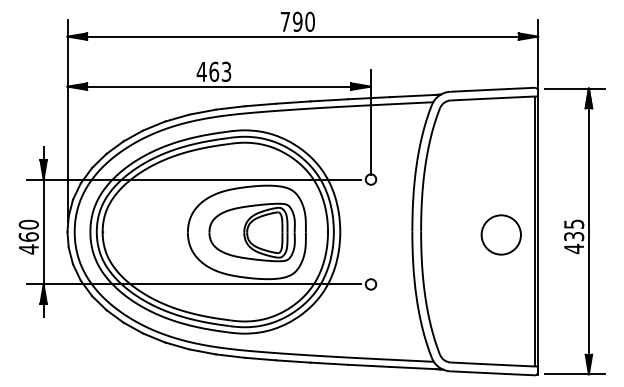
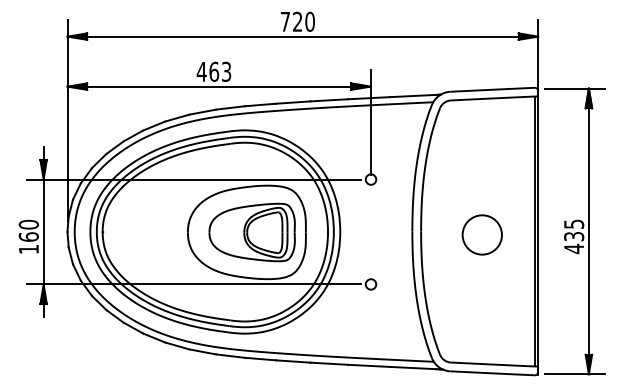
text at (297, 21): 790 -> 720
circle at (500, 234) position: (500, 234) -> (481, 234)
text at (28, 249): 460 -> 160
